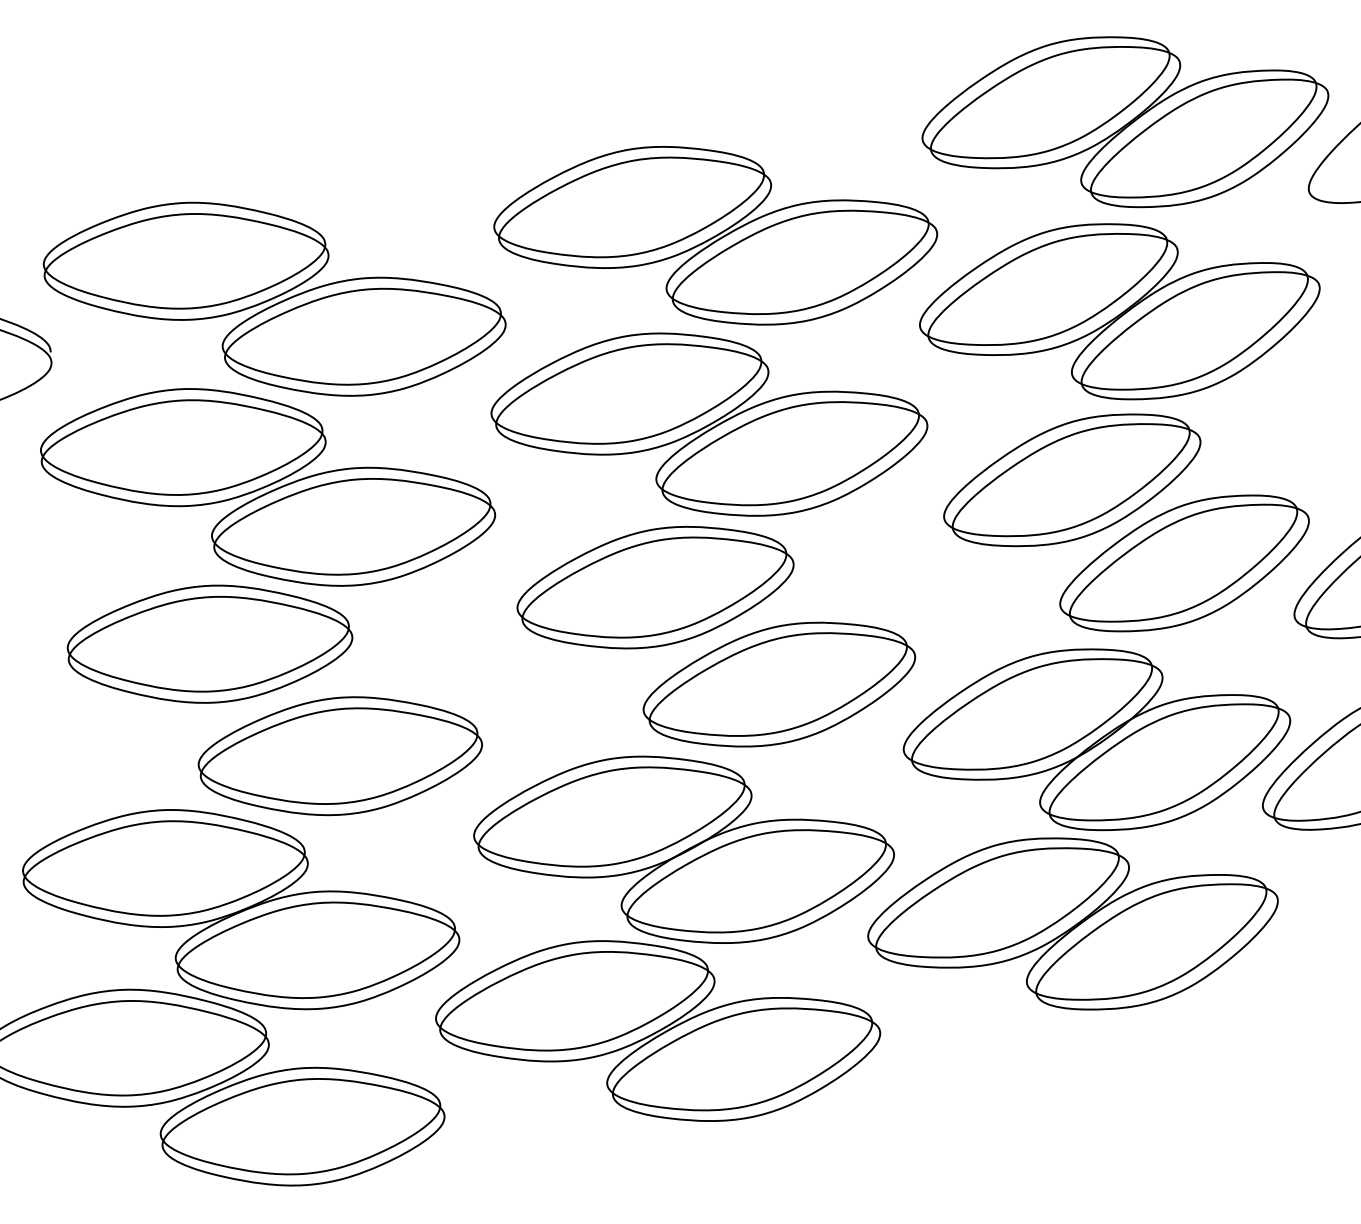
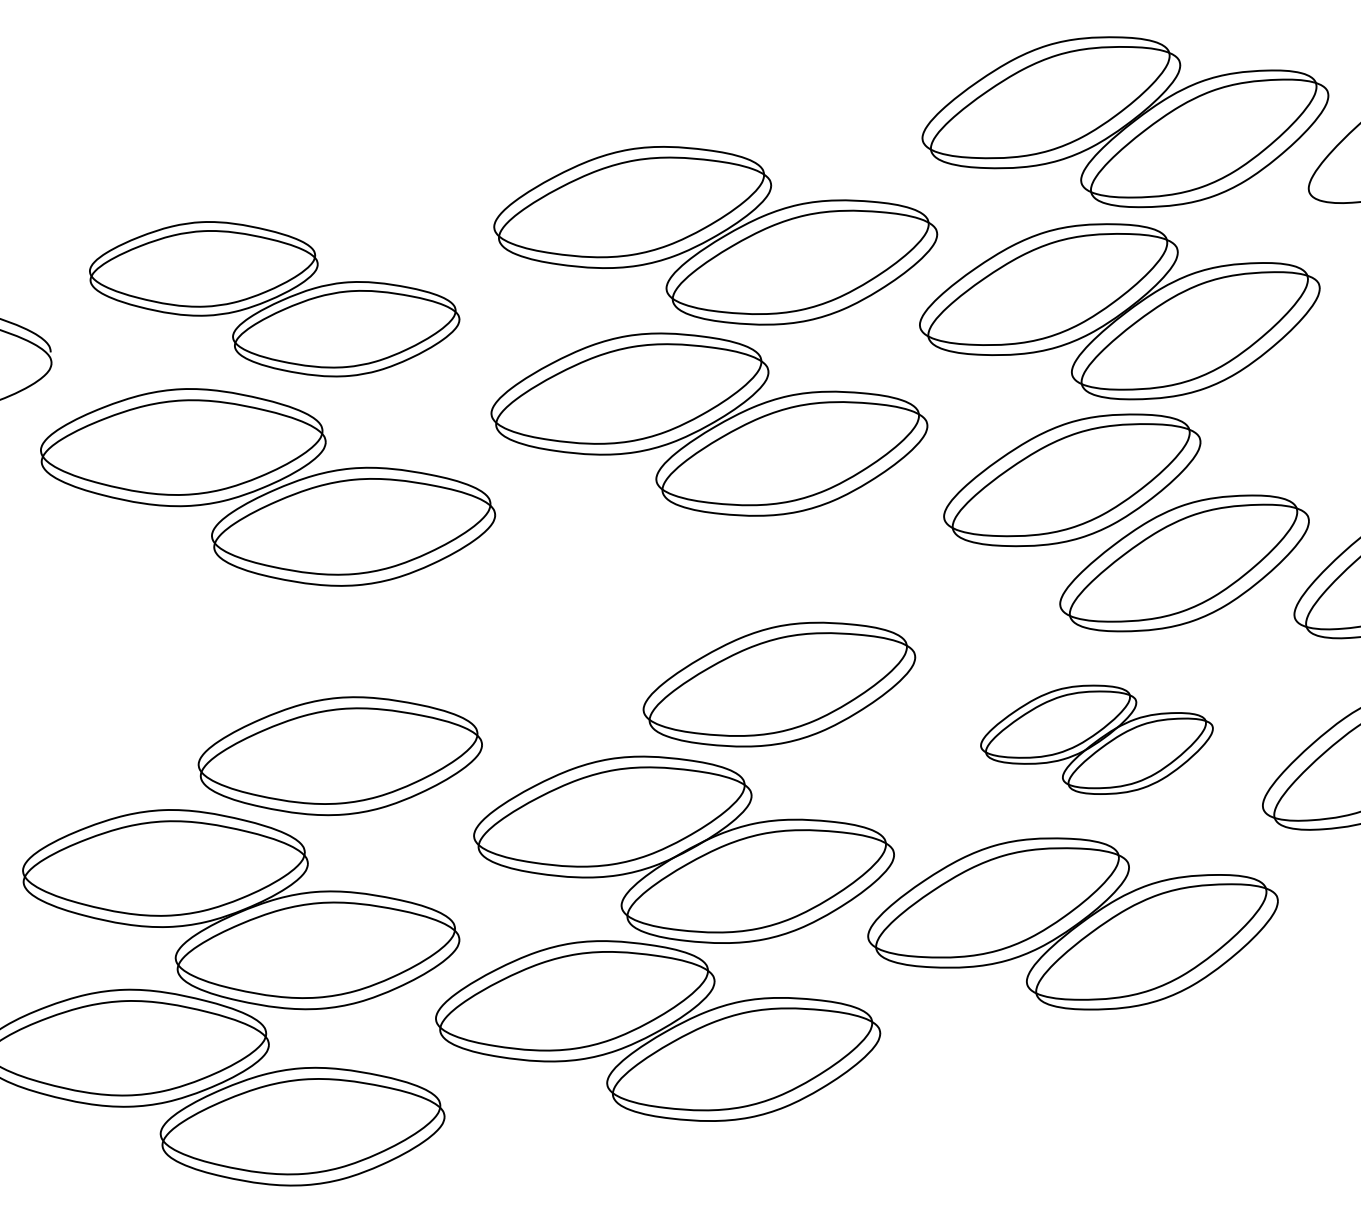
part at (274, 298) size: 465x196 px -> 372x157 px
part at (655, 587): present -> none
part at (209, 643): present -> none
part at (1096, 739) size: 390x184 px -> 234x111 px
